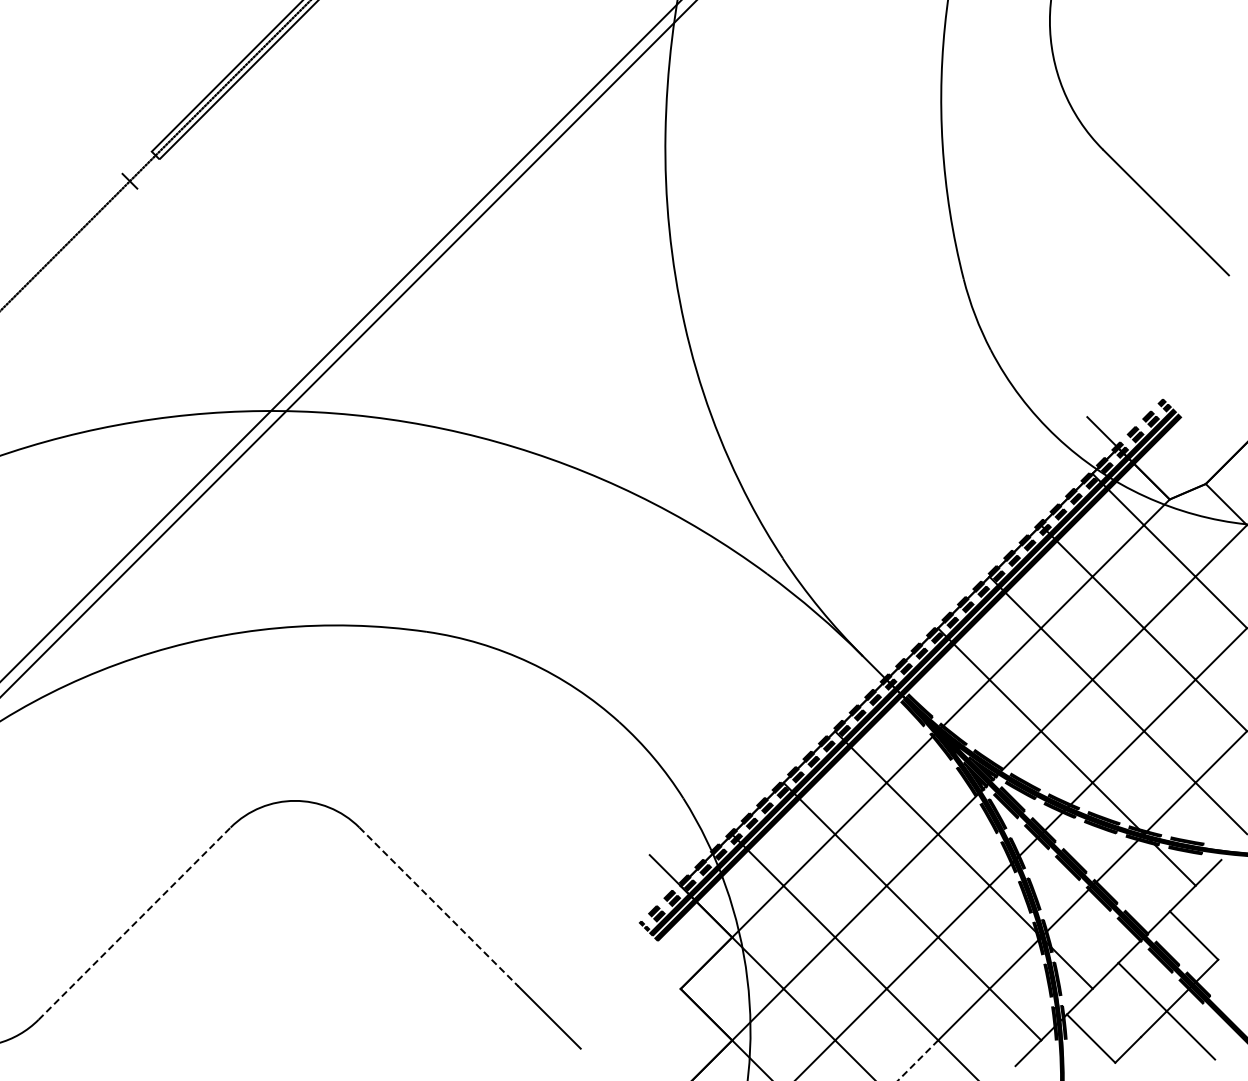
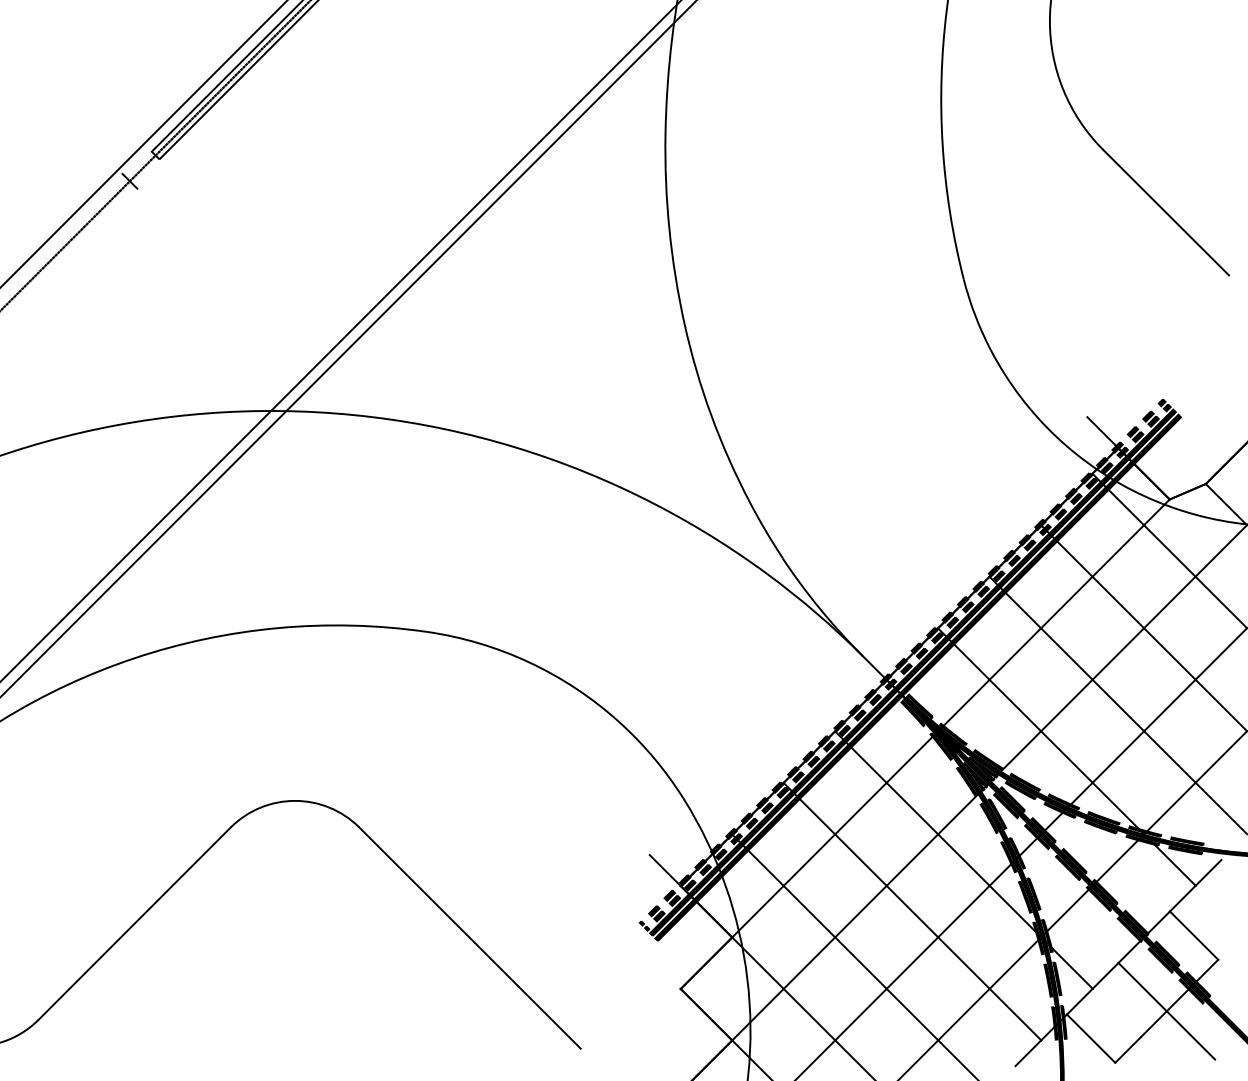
line at (143, 143): none -> present
line at (439, 907): dashed -> solid
line at (134, 923): dashed -> solid
line at (918, 1060): dashed -> solid
